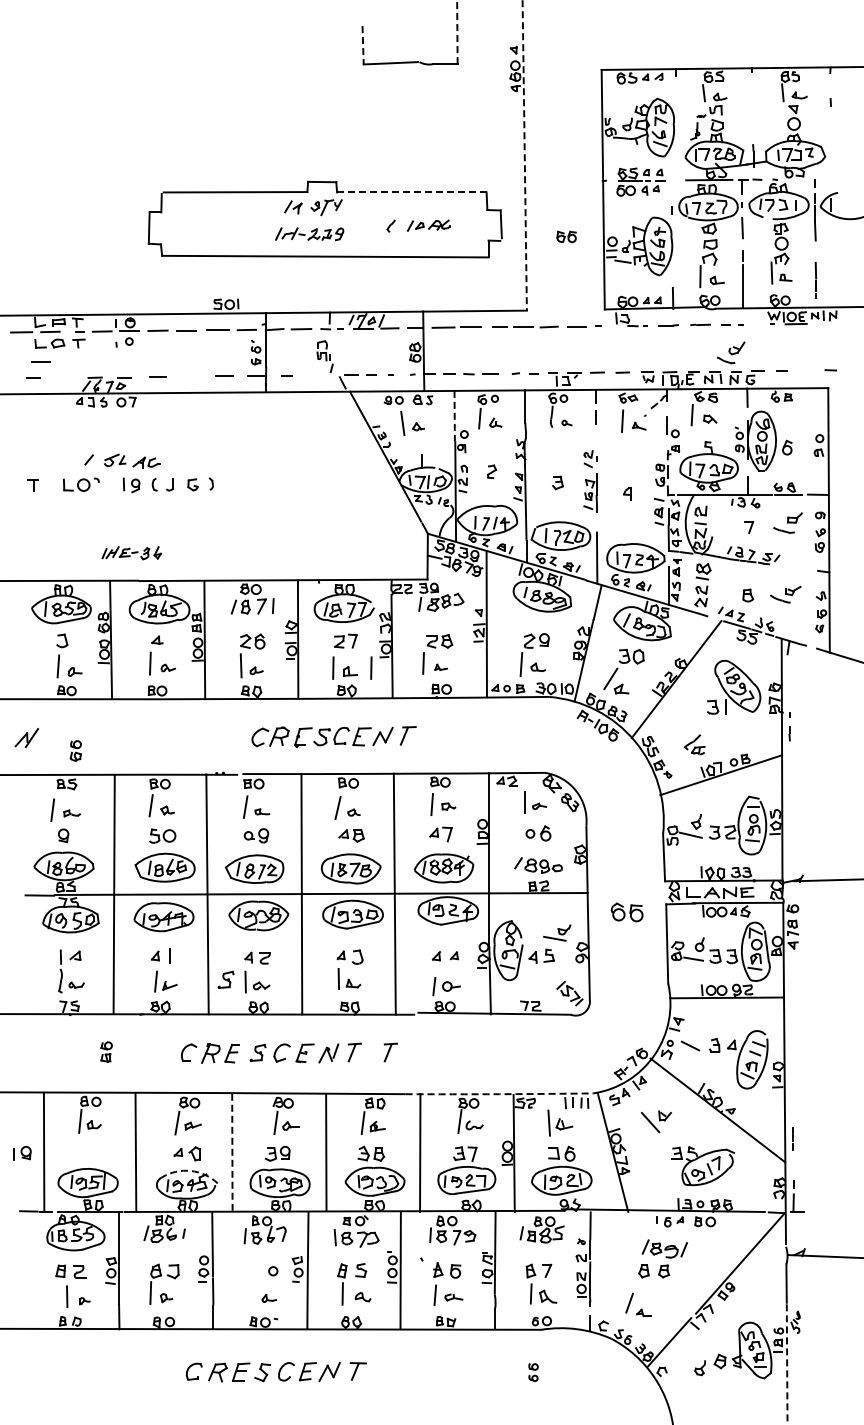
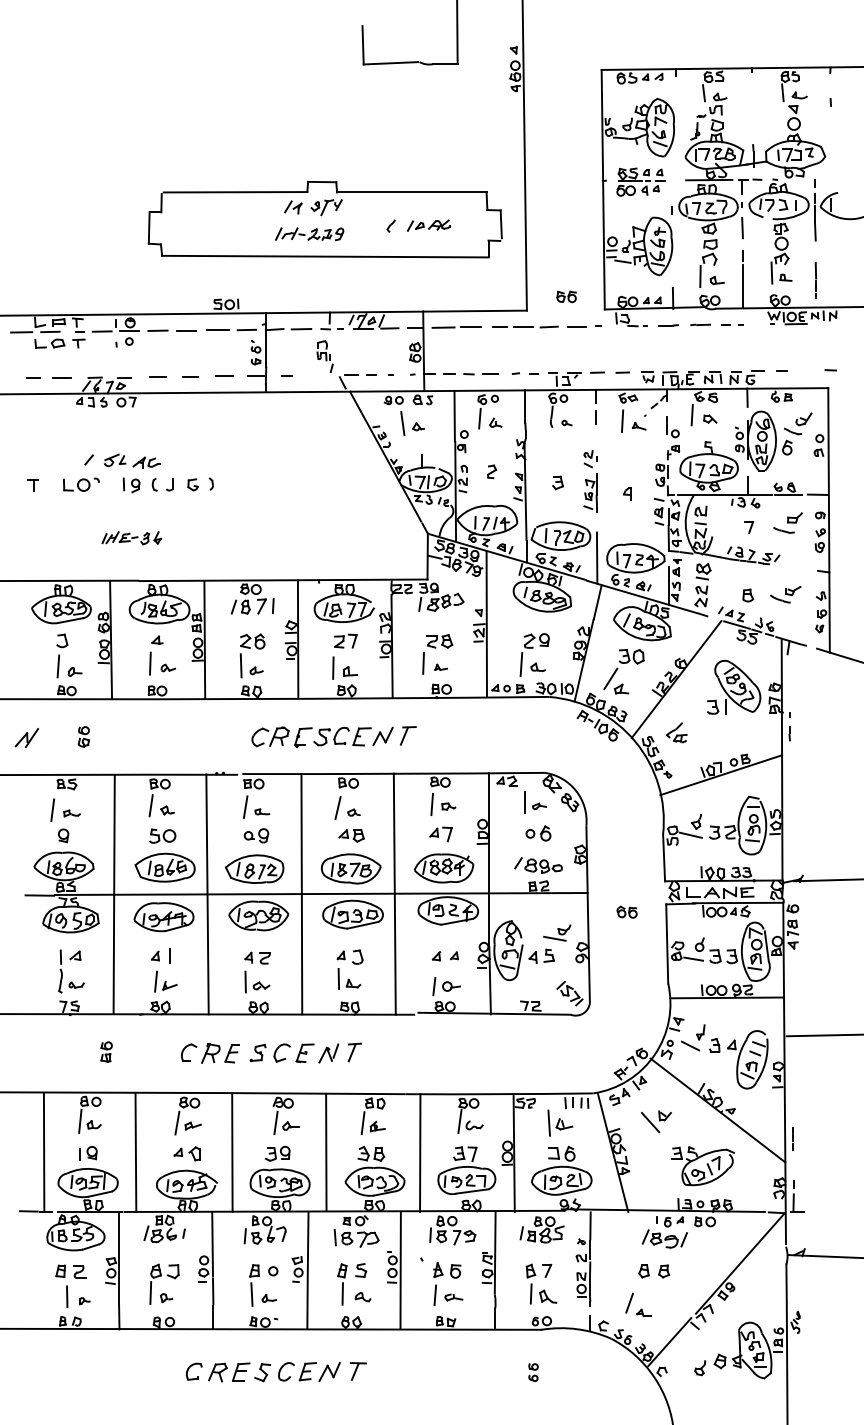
line at (457, 32): dashed -> solid
line at (363, 45): dashed -> solid
line at (524, 155): dashed -> solid
line at (411, 192): dashed -> solid
part at (566, 236) position: (566, 236) -> (566, 296)
part at (731, 352) position: (731, 352) -> (798, 423)
line at (40, 361) position: (40, 361) -> (61, 377)
line at (190, 376): none -> present
line at (454, 416): dashed -> solid
part at (131, 553) position: (131, 553) -> (131, 538)
line at (371, 667): present -> none
part at (694, 744) position: (694, 744) -> (676, 732)
part at (75, 750) position: (75, 750) -> (83, 736)
part at (626, 912) size: 34x21 px -> 22x14 px
part at (225, 979): present -> none
part at (700, 1032): none -> present
line at (823, 1035): none -> present
part at (390, 1052): present -> none
arc at (499, 1094): dashed -> solid
line at (232, 1152): dashed -> solid
part at (22, 1153) position: (22, 1153) -> (88, 1153)
arc at (190, 1170): dashed -> solid
part at (664, 1248) position: (664, 1248) -> (664, 1238)
part at (254, 1285): none -> present
line at (787, 1365): dashed -> solid
